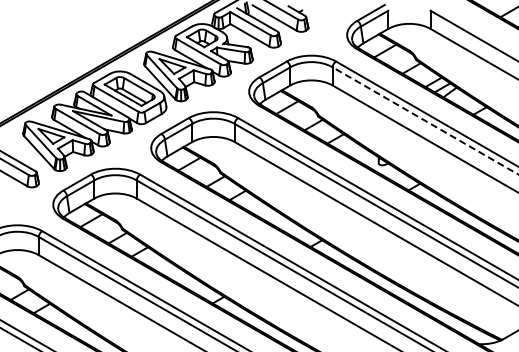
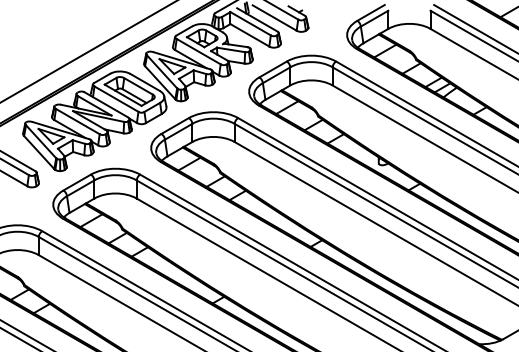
line at (474, 28): none -> present
line at (88, 51): none -> present
line at (425, 120): dashed -> solid
